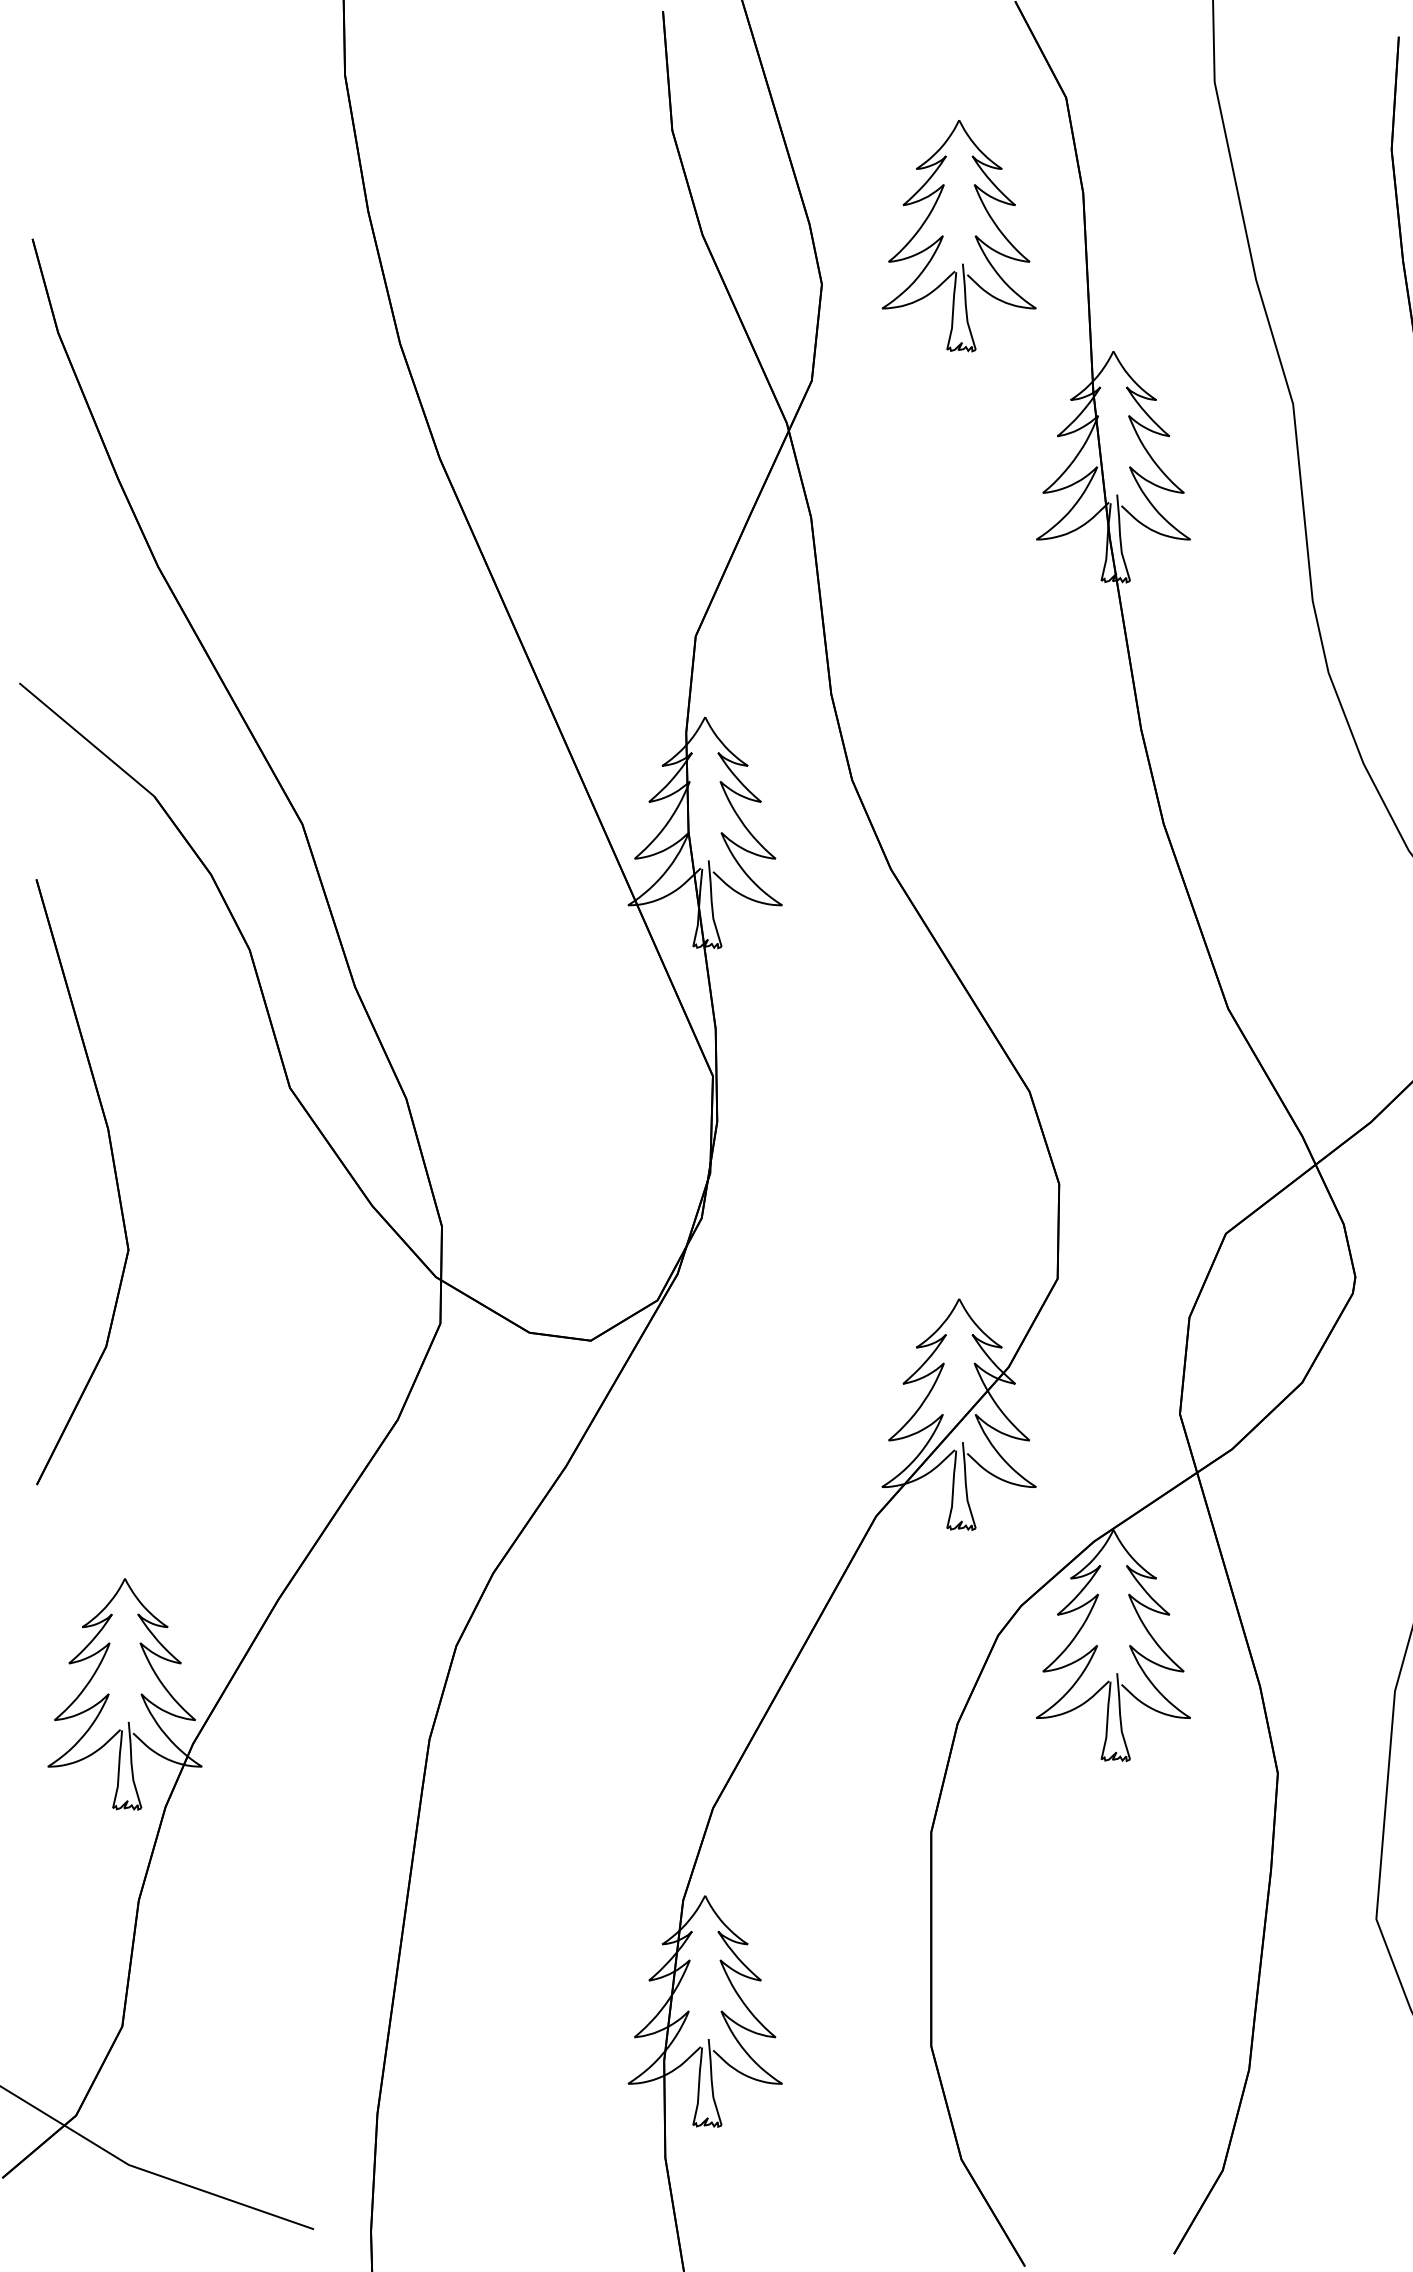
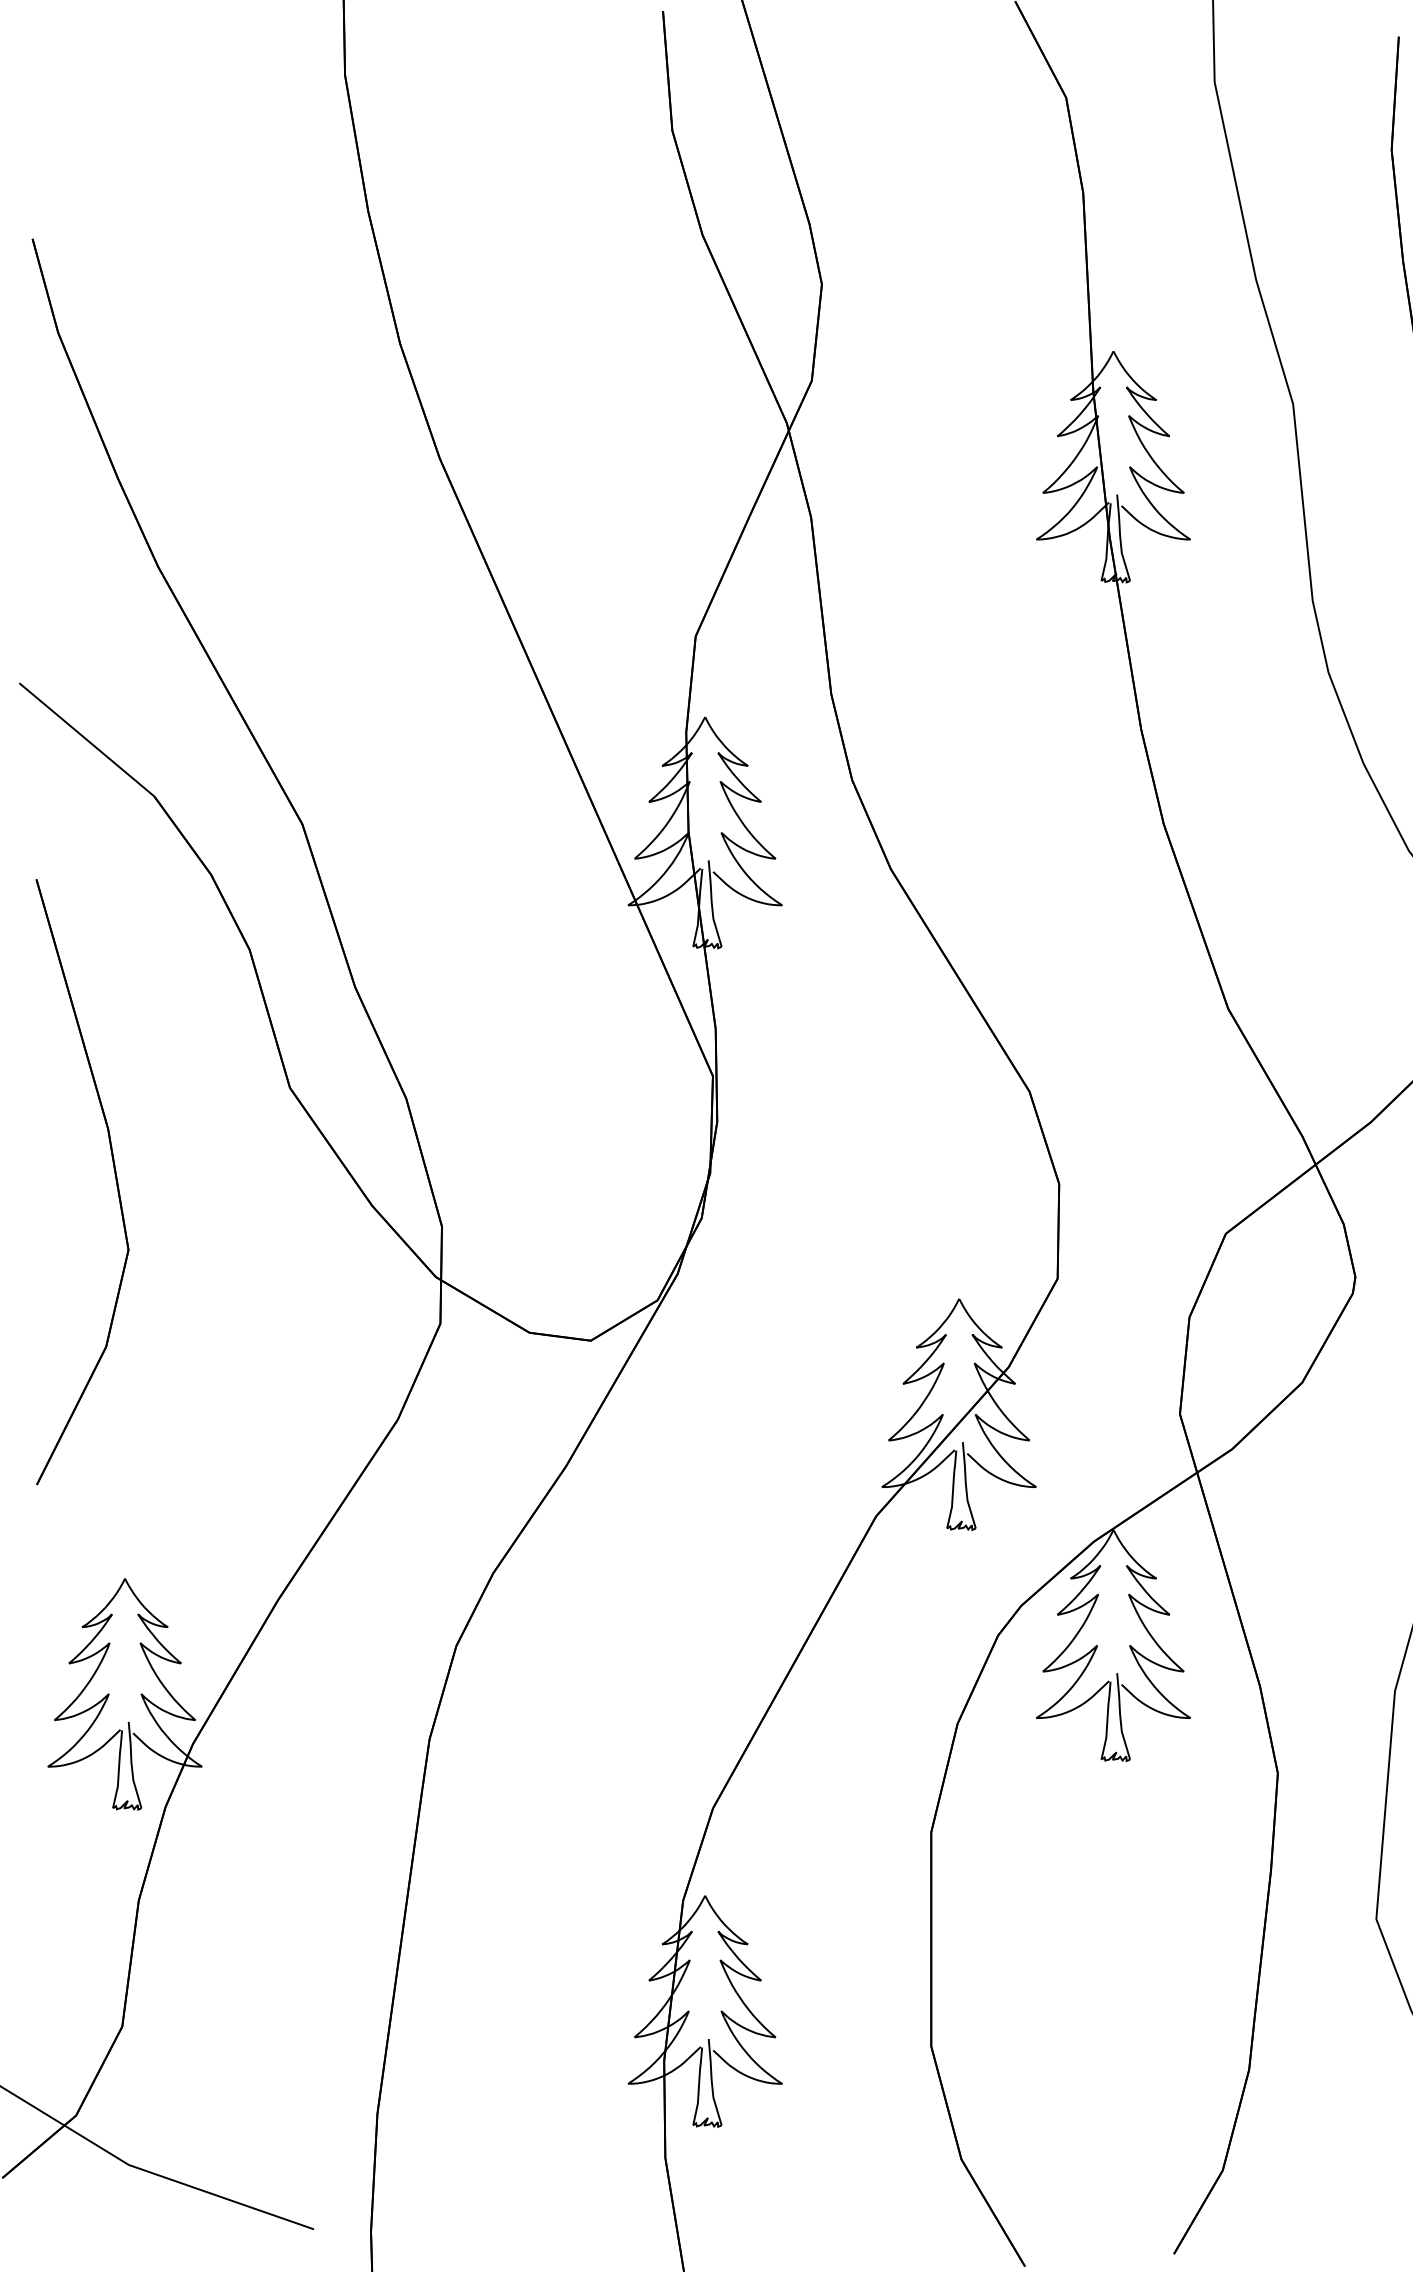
part at (943, 236): present -> none
